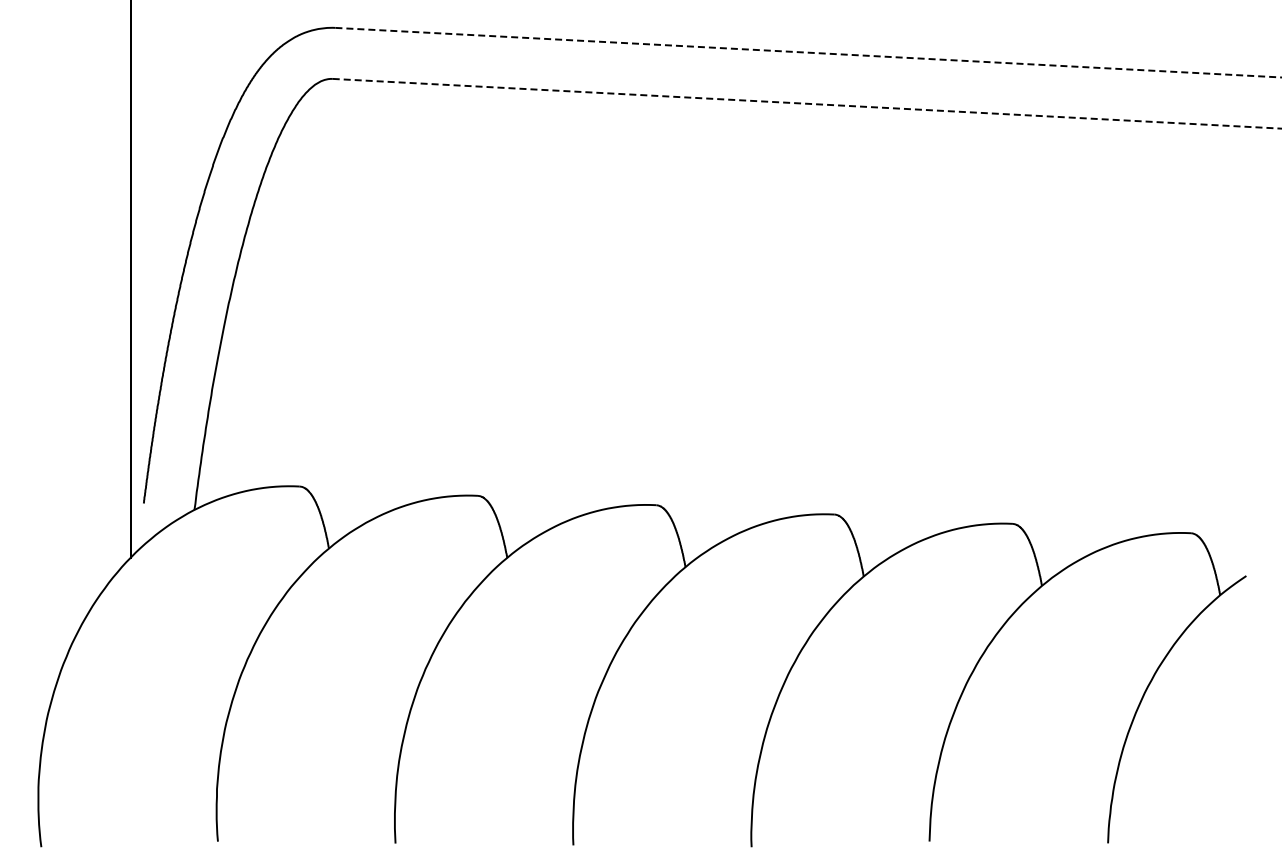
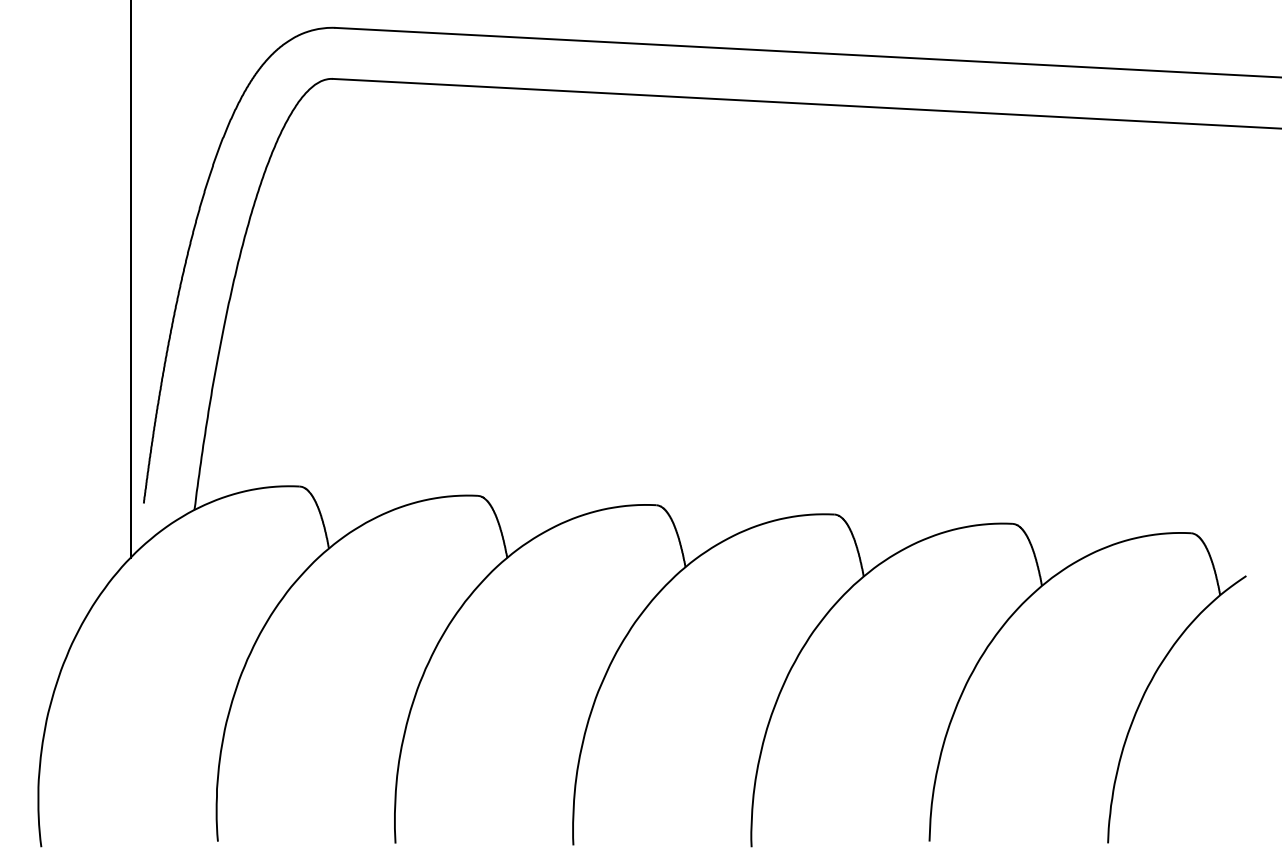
line at (808, 52): dashed -> solid
line at (807, 103): dashed -> solid
